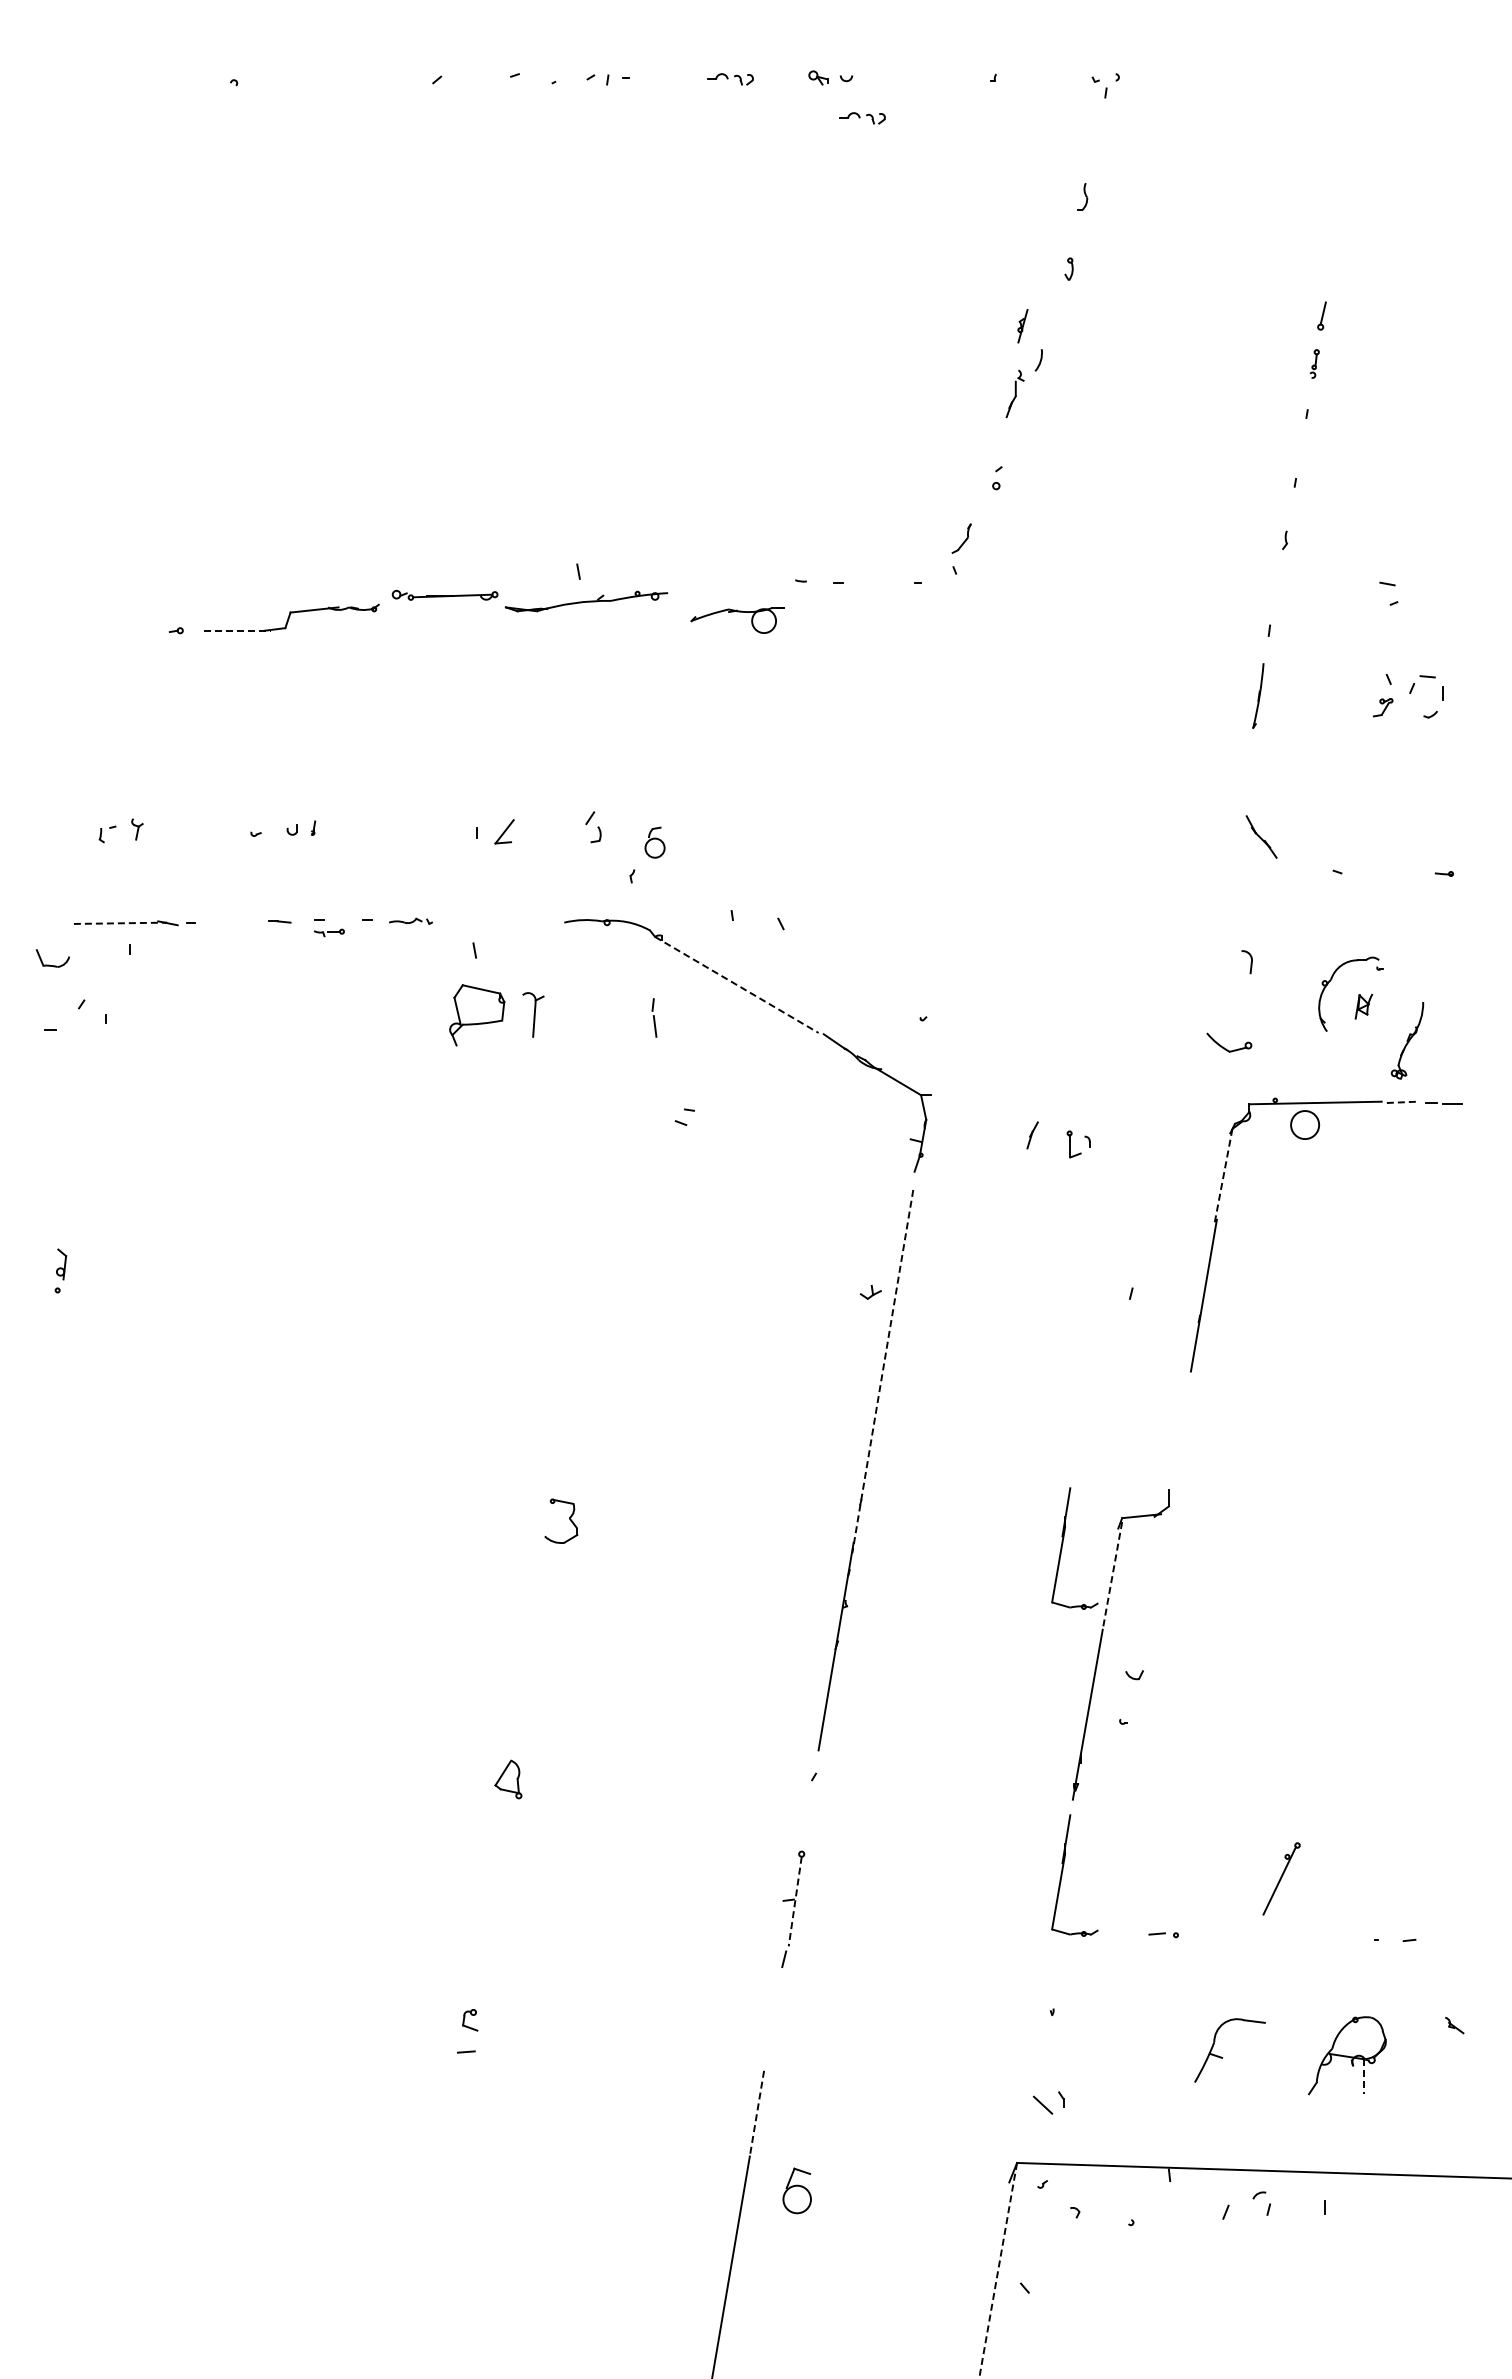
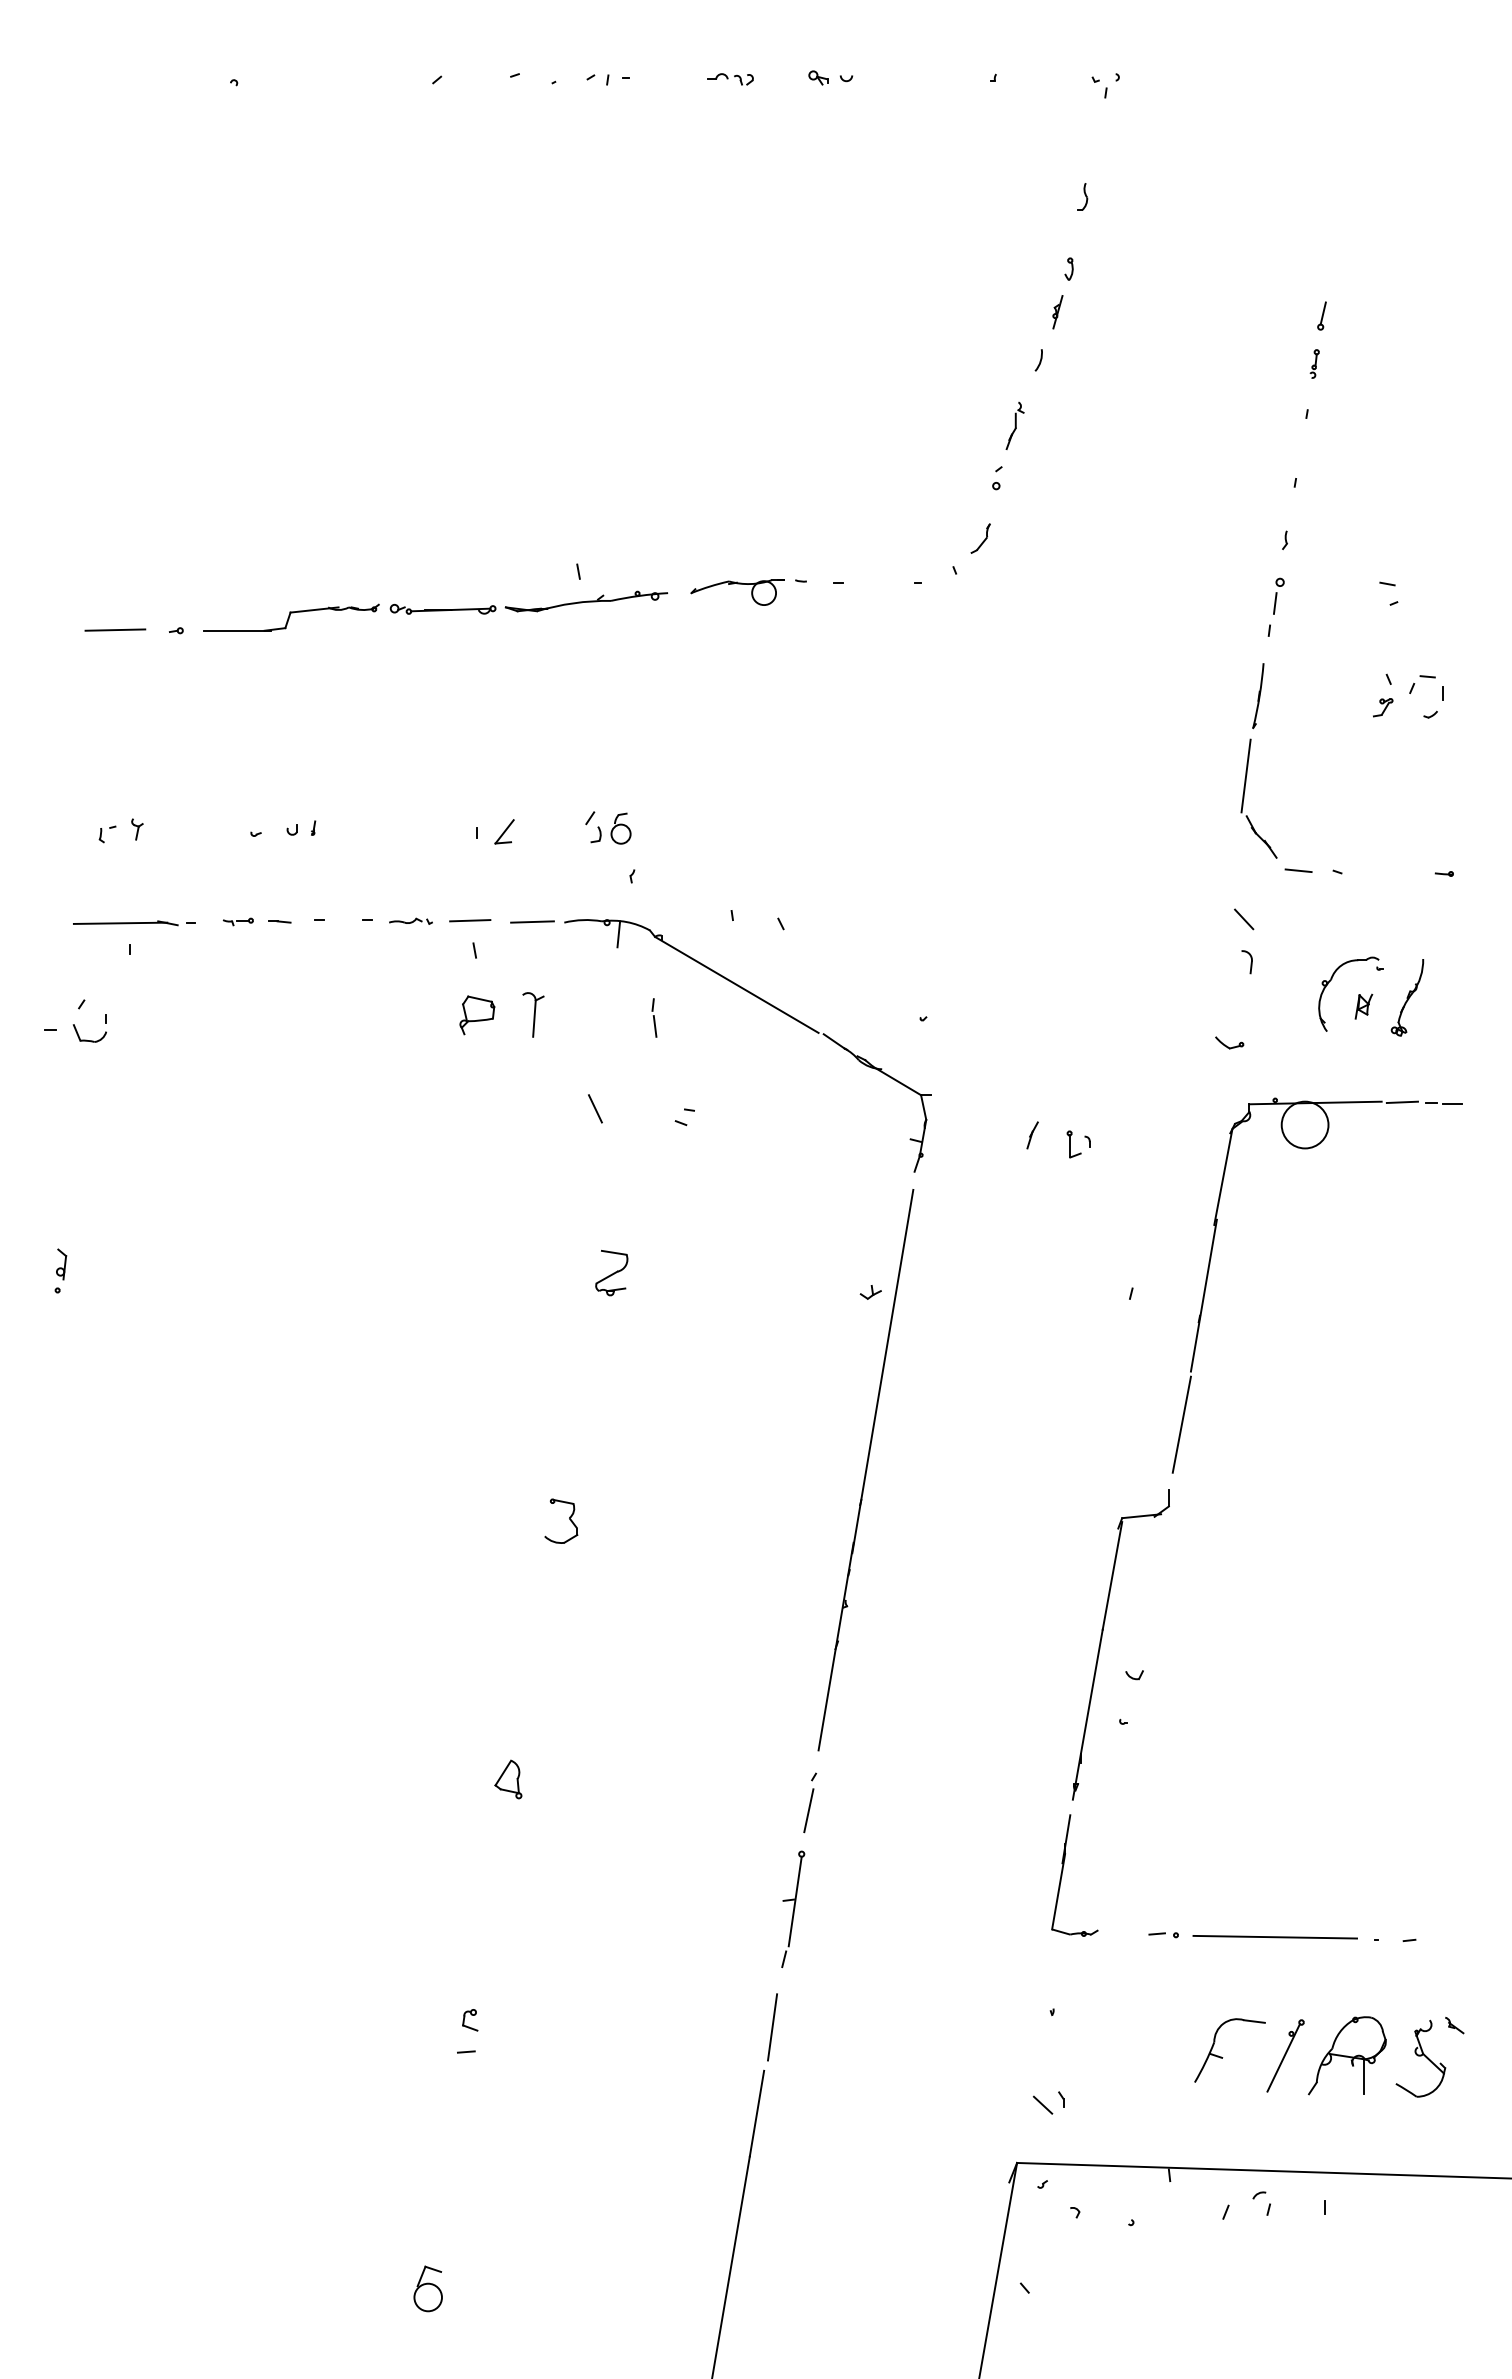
part at (862, 118): present -> none
part at (1022, 326) position: (1022, 326) -> (1057, 312)
part at (1014, 393) position: (1014, 393) -> (1014, 425)
part at (961, 538) position: (961, 538) -> (980, 538)
part at (444, 595) position: (444, 595) -> (442, 609)
part at (1278, 595): none -> present
part at (737, 612) position: (737, 612) -> (737, 584)
line at (115, 629): none -> present
line at (237, 630): dashed -> solid
line at (1245, 775): none -> present
part at (654, 842) position: (654, 842) -> (620, 828)
line at (1298, 870): none -> present
line at (1244, 919): none -> present
line at (470, 920): none -> present
line at (532, 921): none -> present
line at (120, 923): dashed -> solid
part at (328, 932) position: (328, 932) -> (237, 921)
line at (618, 934): none -> present
part at (49, 964) position: (49, 964) -> (86, 1039)
line at (736, 984): dashed -> solid
part at (477, 1015) size: 57x63 px -> 37x41 px
part at (1407, 1040) position: (1407, 1040) -> (1407, 997)
part at (1229, 1042) size: 47x21 px -> 30x14 px
line at (1402, 1102): dashed -> solid
line at (594, 1108): none -> present
circle at (1305, 1125) diameter: 28 px -> 47 px
line at (1223, 1176): dashed -> solid
part at (611, 1273): none -> present
line at (882, 1372): dashed -> solid
line at (1181, 1424): none -> present
part at (1062, 1548): present -> none
line at (1112, 1575): dashed -> solid
line at (808, 1810): none -> present
part at (1281, 1878) position: (1281, 1878) -> (1285, 2055)
line at (795, 1902): dashed -> solid
line at (1275, 1936): none -> present
line at (772, 2027): none -> present
part at (1420, 2058): none -> present
line at (1363, 2076): dashed -> solid
line at (756, 2114): dashed -> solid
part at (796, 2190) position: (796, 2190) -> (427, 2288)
line at (998, 2271): dashed -> solid
